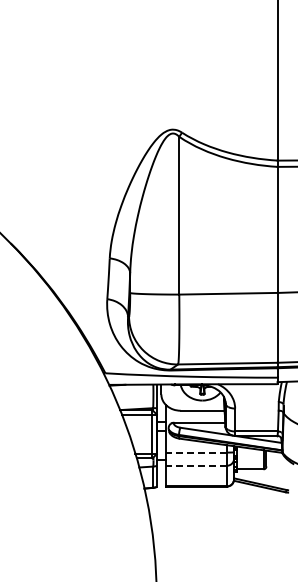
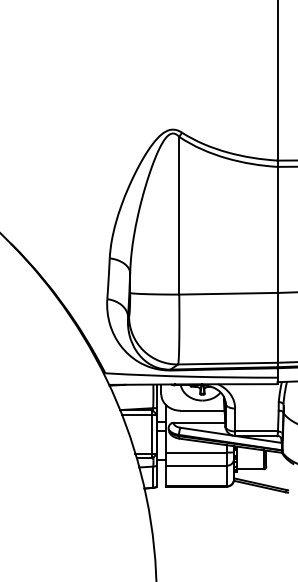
line at (196, 452): dashed -> solid
line at (196, 465): dashed -> solid
